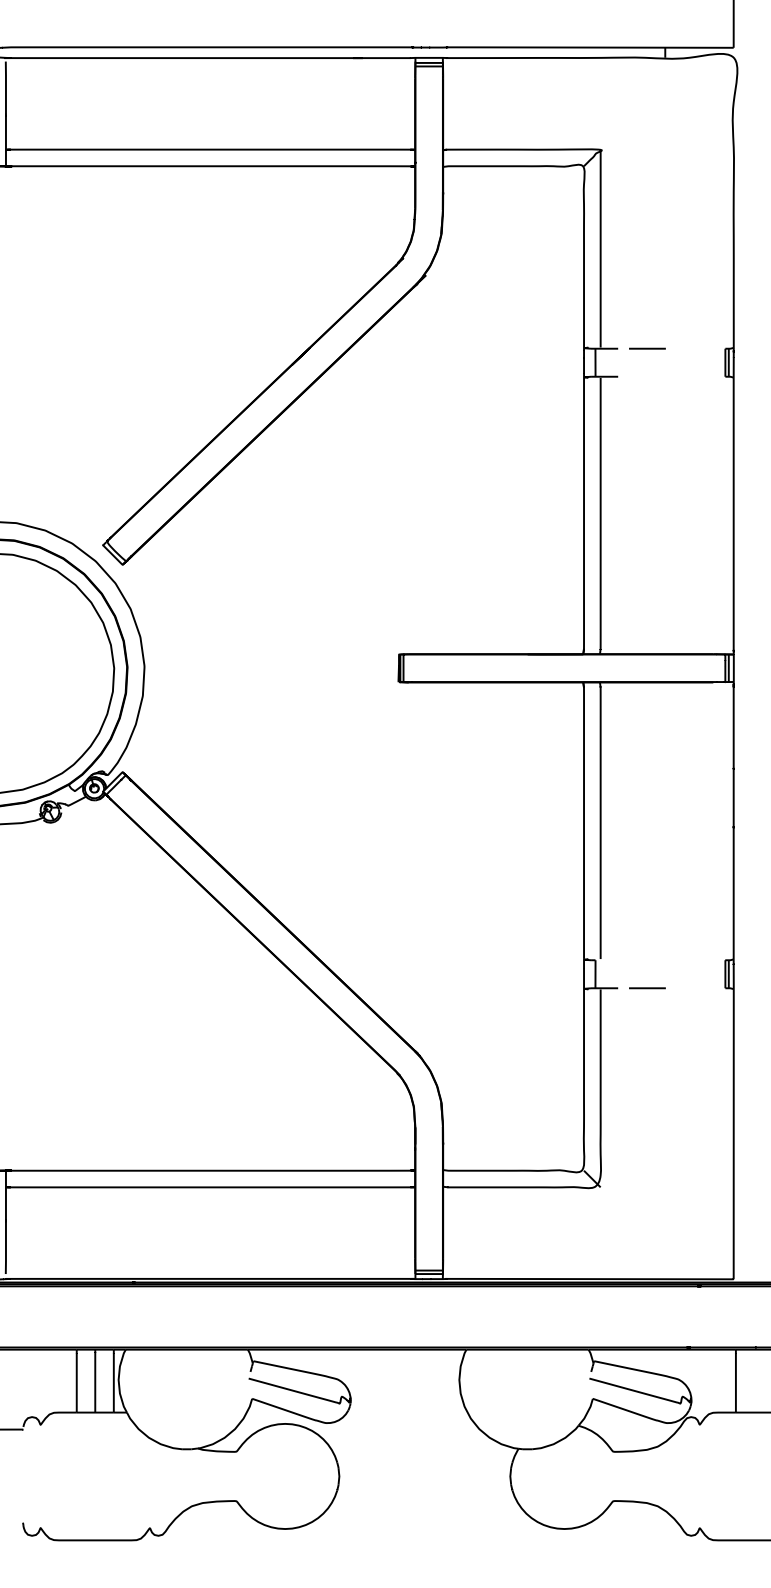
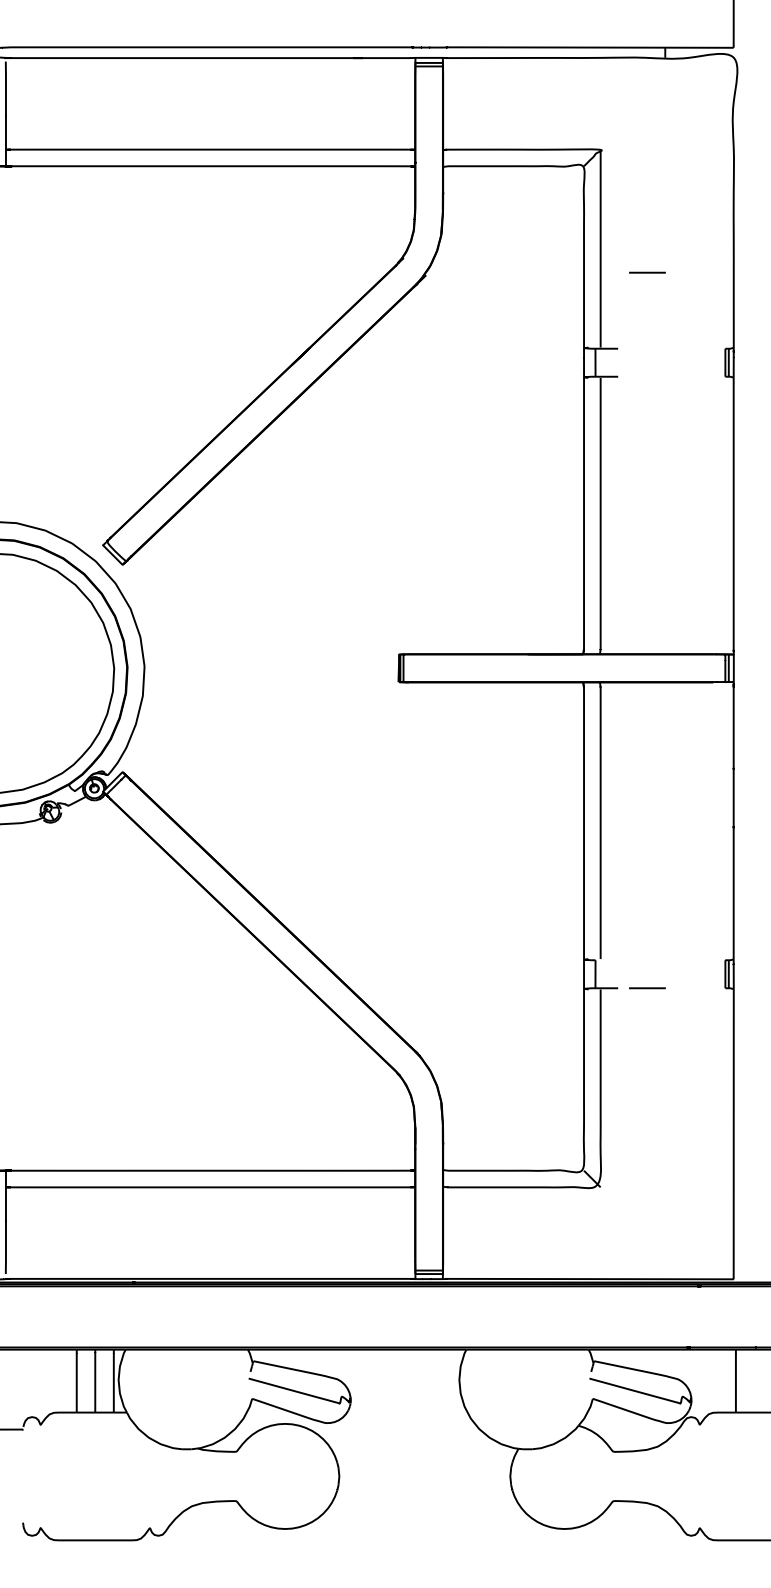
line at (647, 348) position: (647, 348) -> (647, 272)
